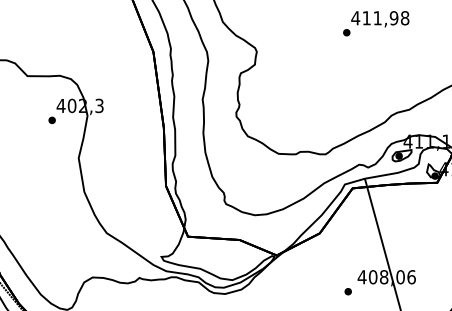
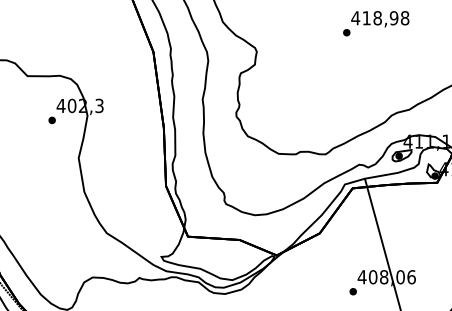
text at (377, 18): 411,98 -> 418,98
part at (347, 291) position: (347, 291) -> (352, 291)
